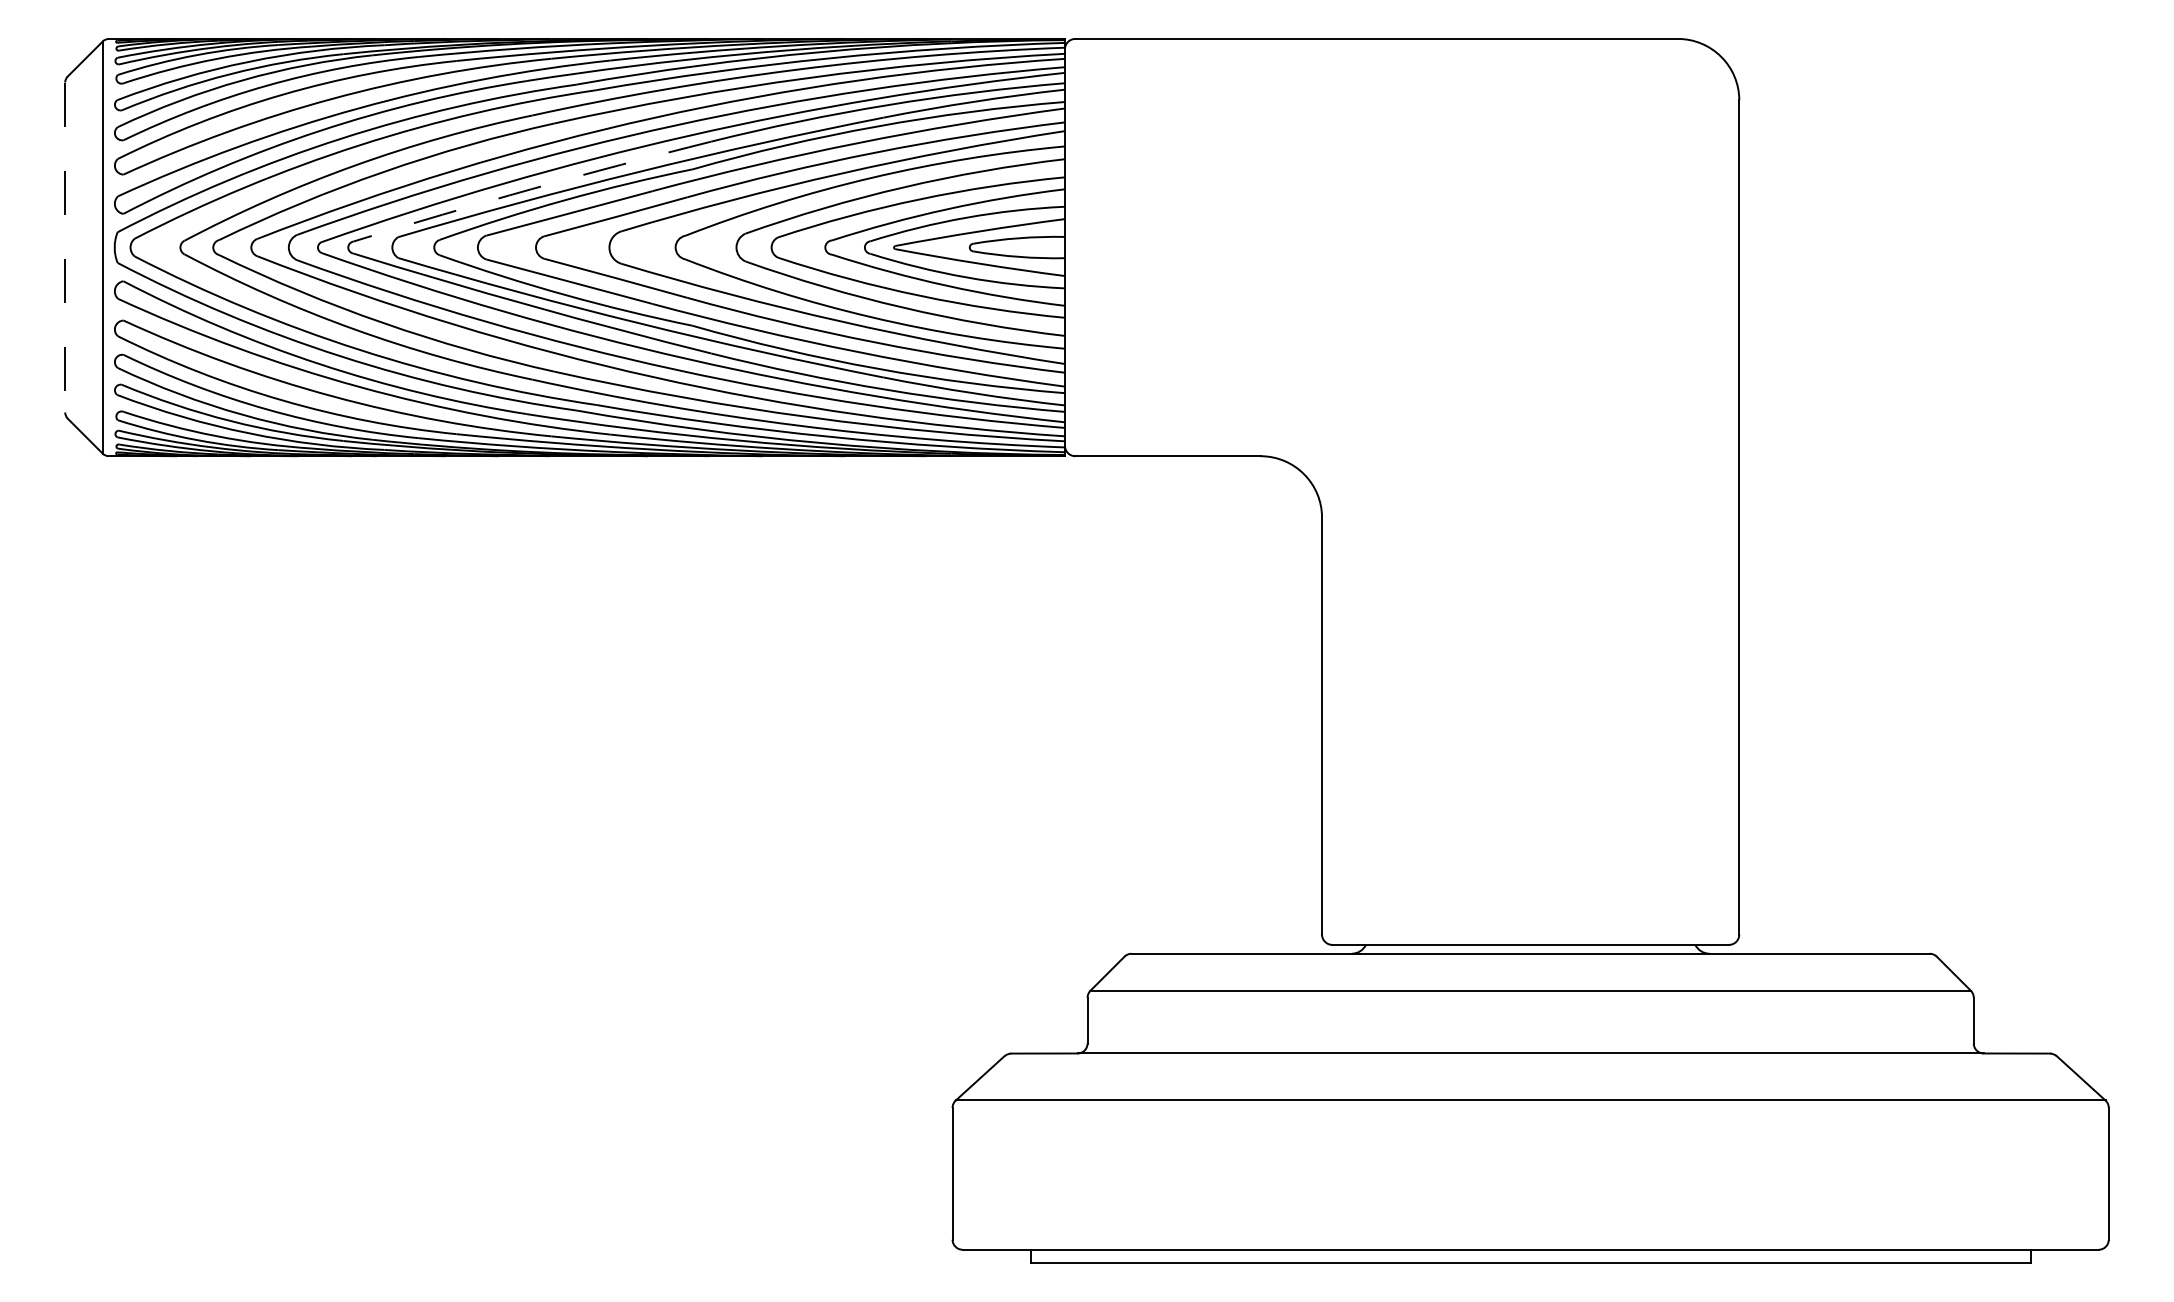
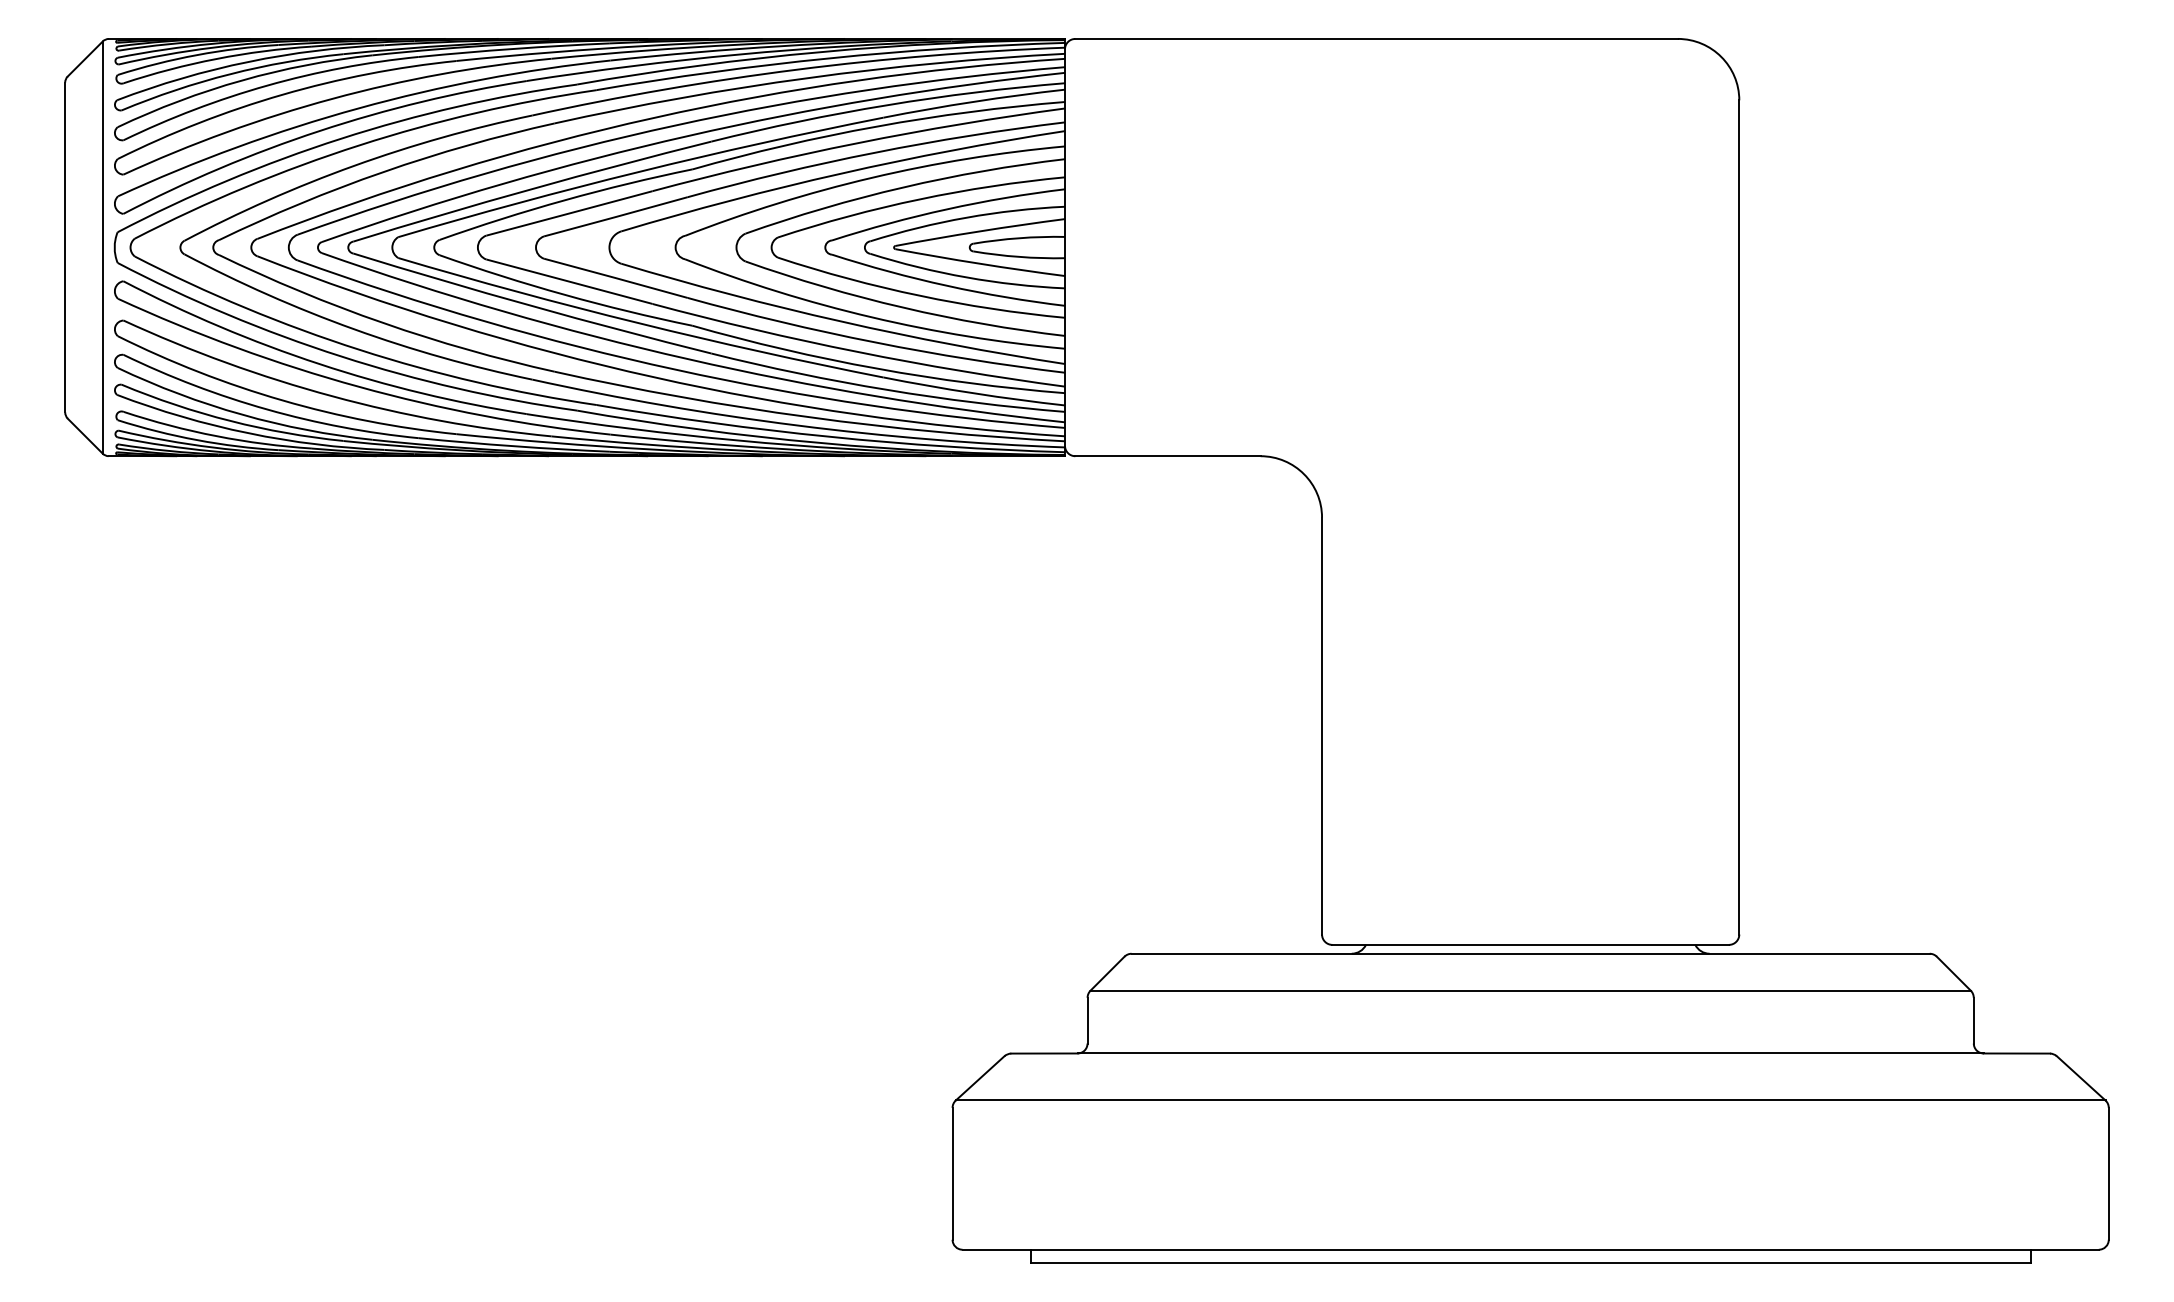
arc at (531, 189): dashed -> solid
line at (65, 247): dashed -> solid
